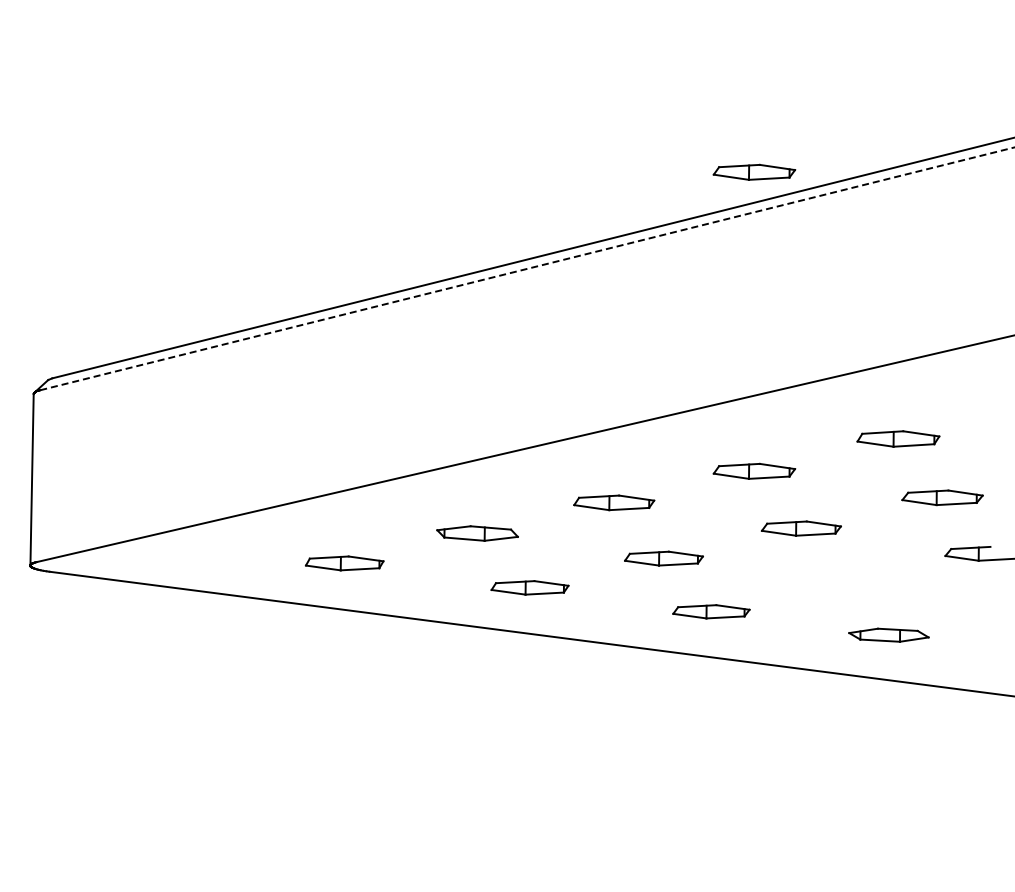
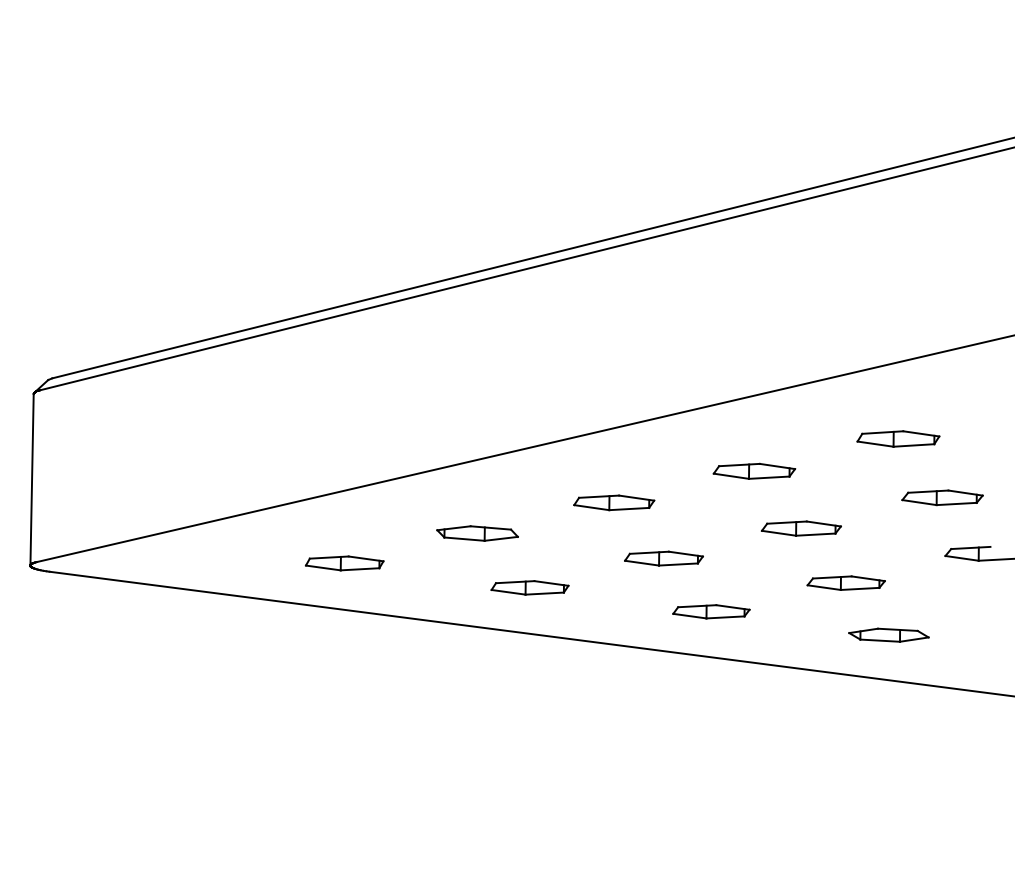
part at (754, 171): present -> none
line at (528, 268): dashed -> solid
part at (845, 582): none -> present
